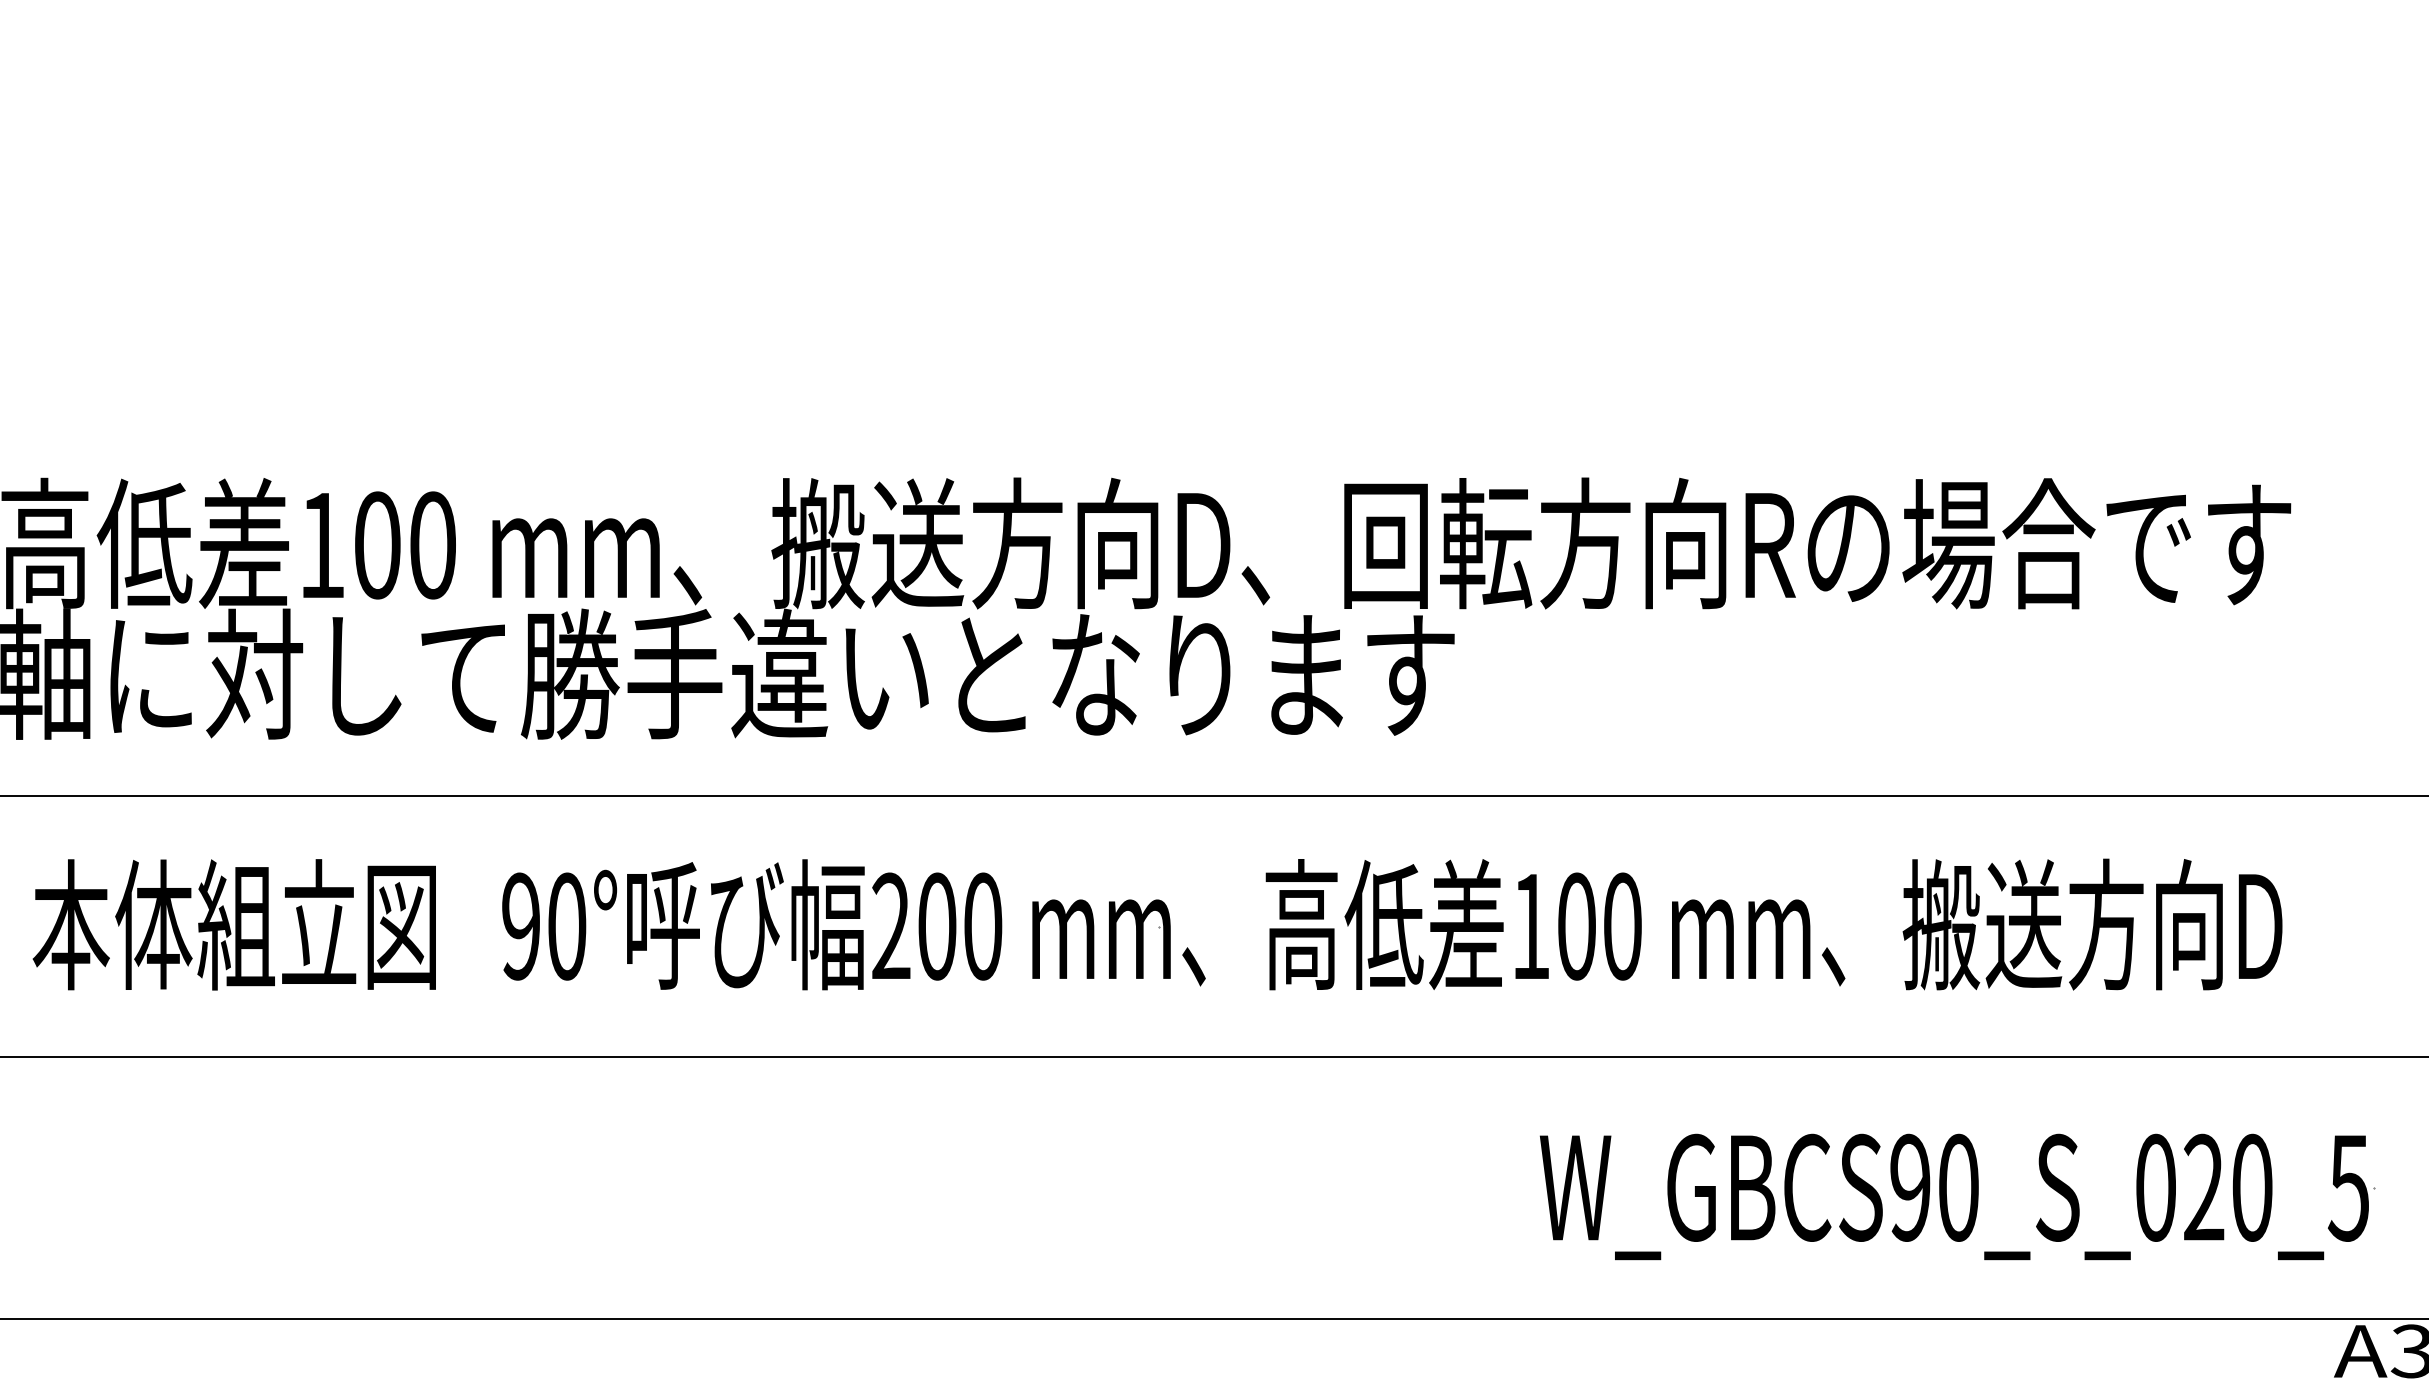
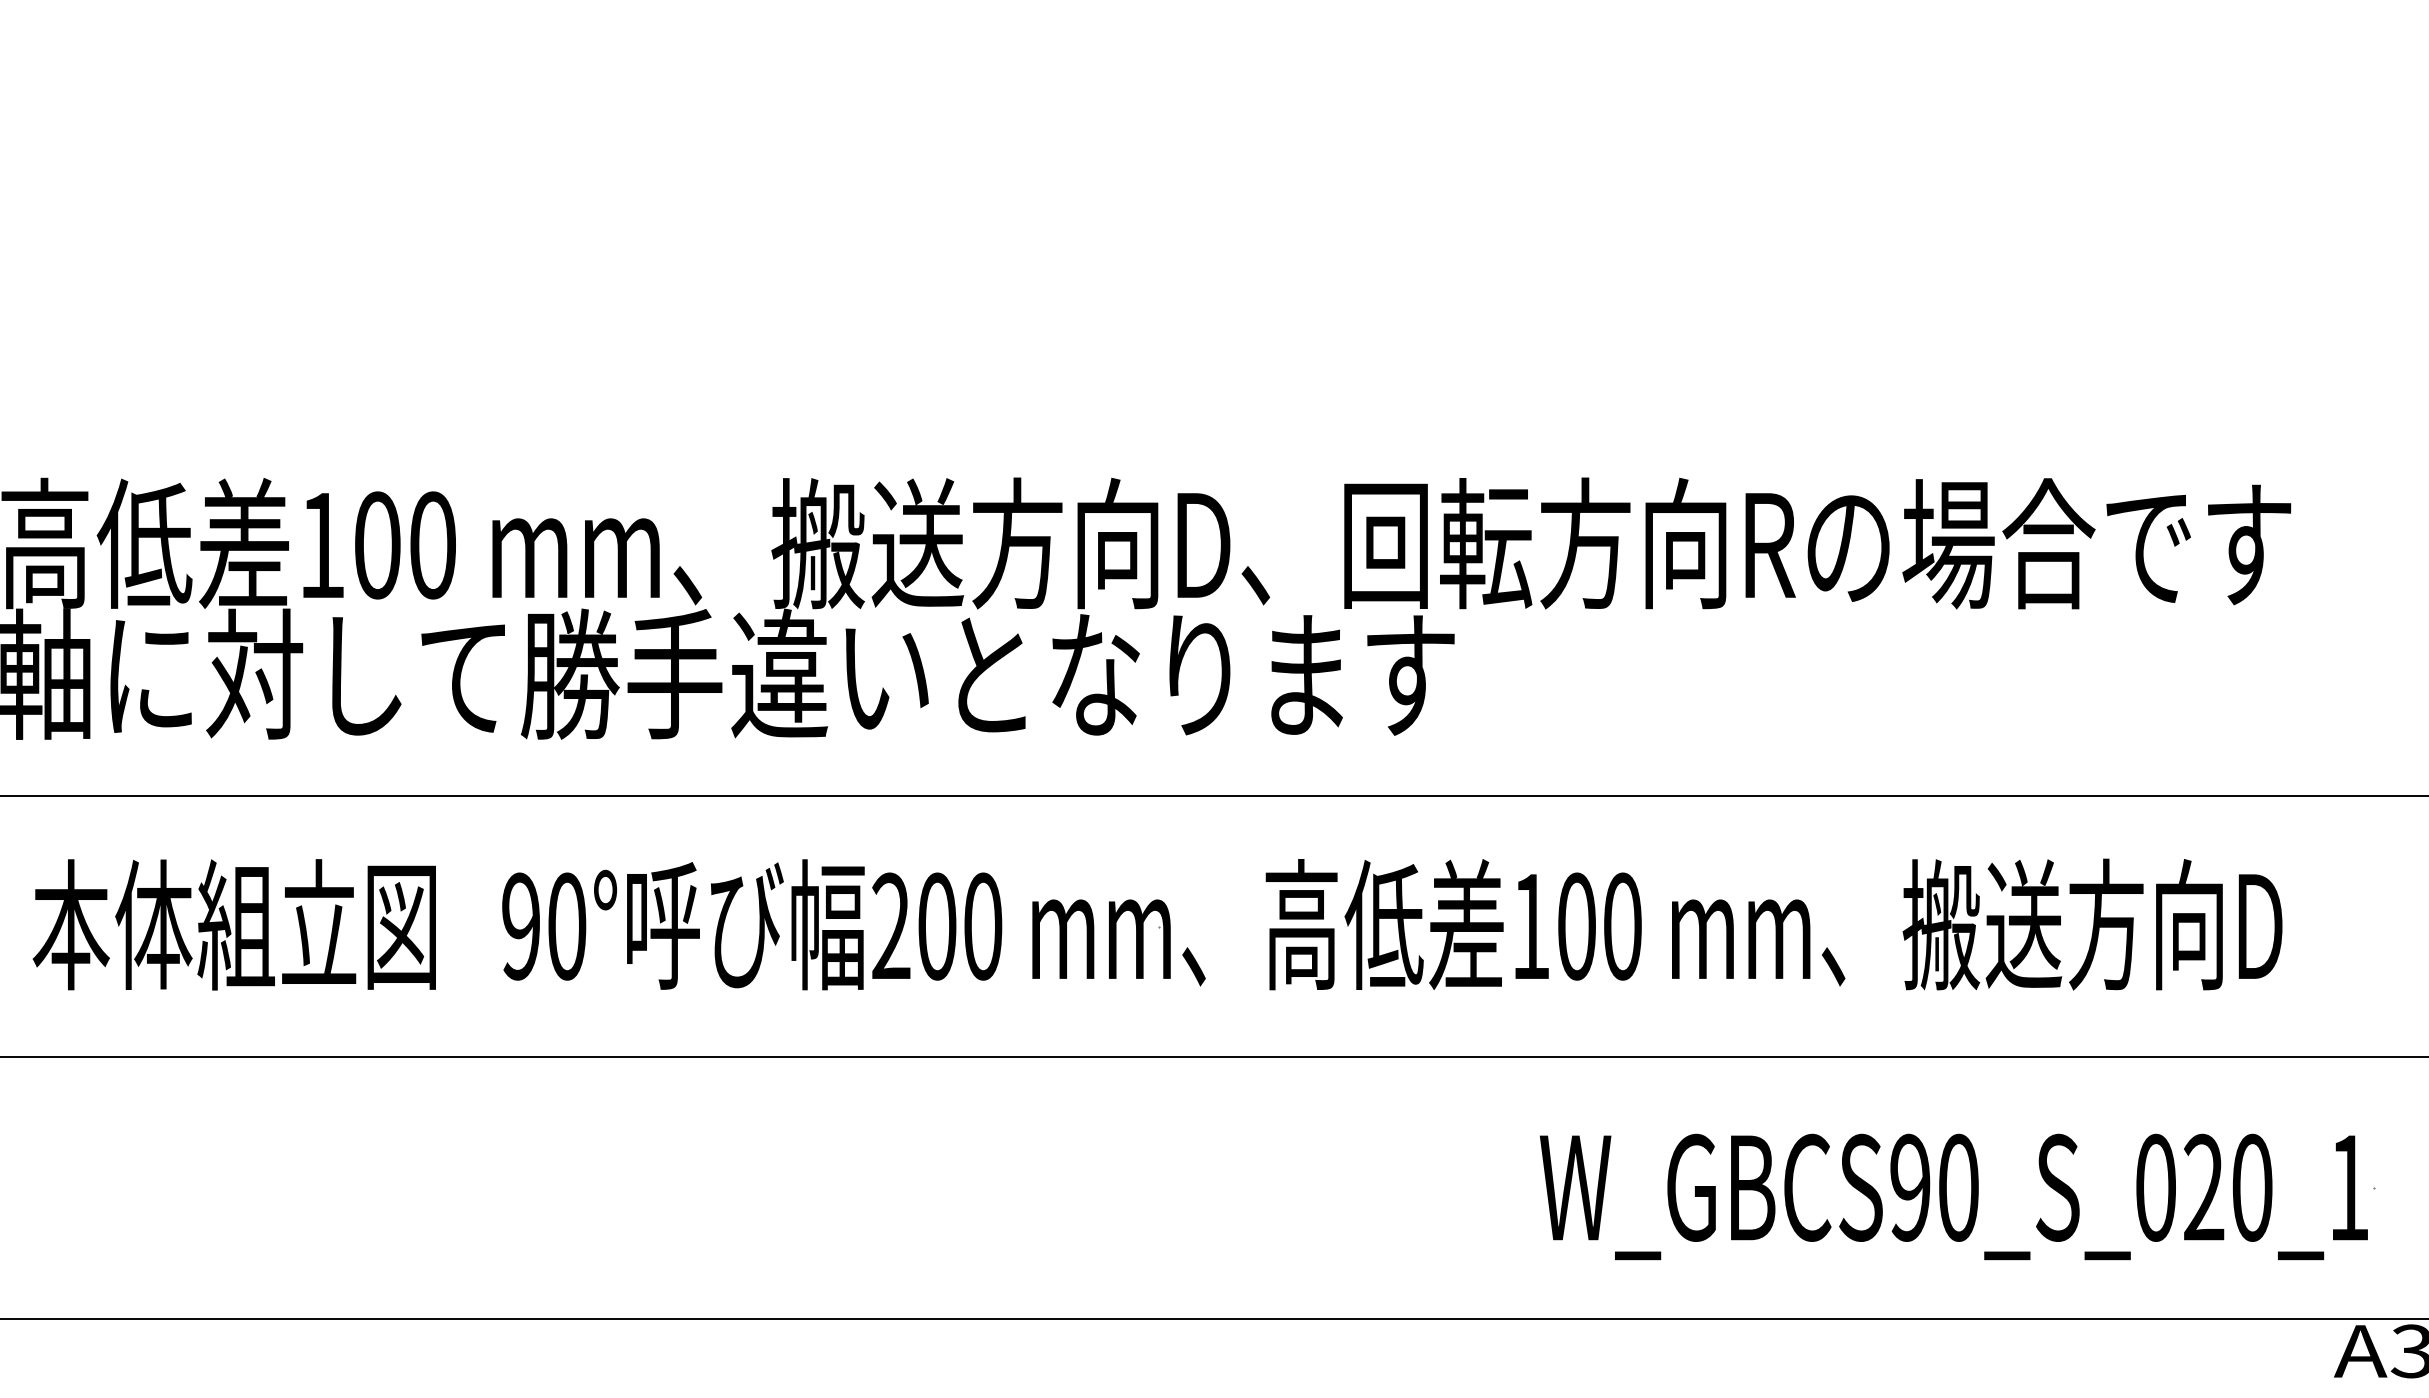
text at (2347, 1188): W_GBCS90_S_020_5 -> W_GBCS90_S_020_1
